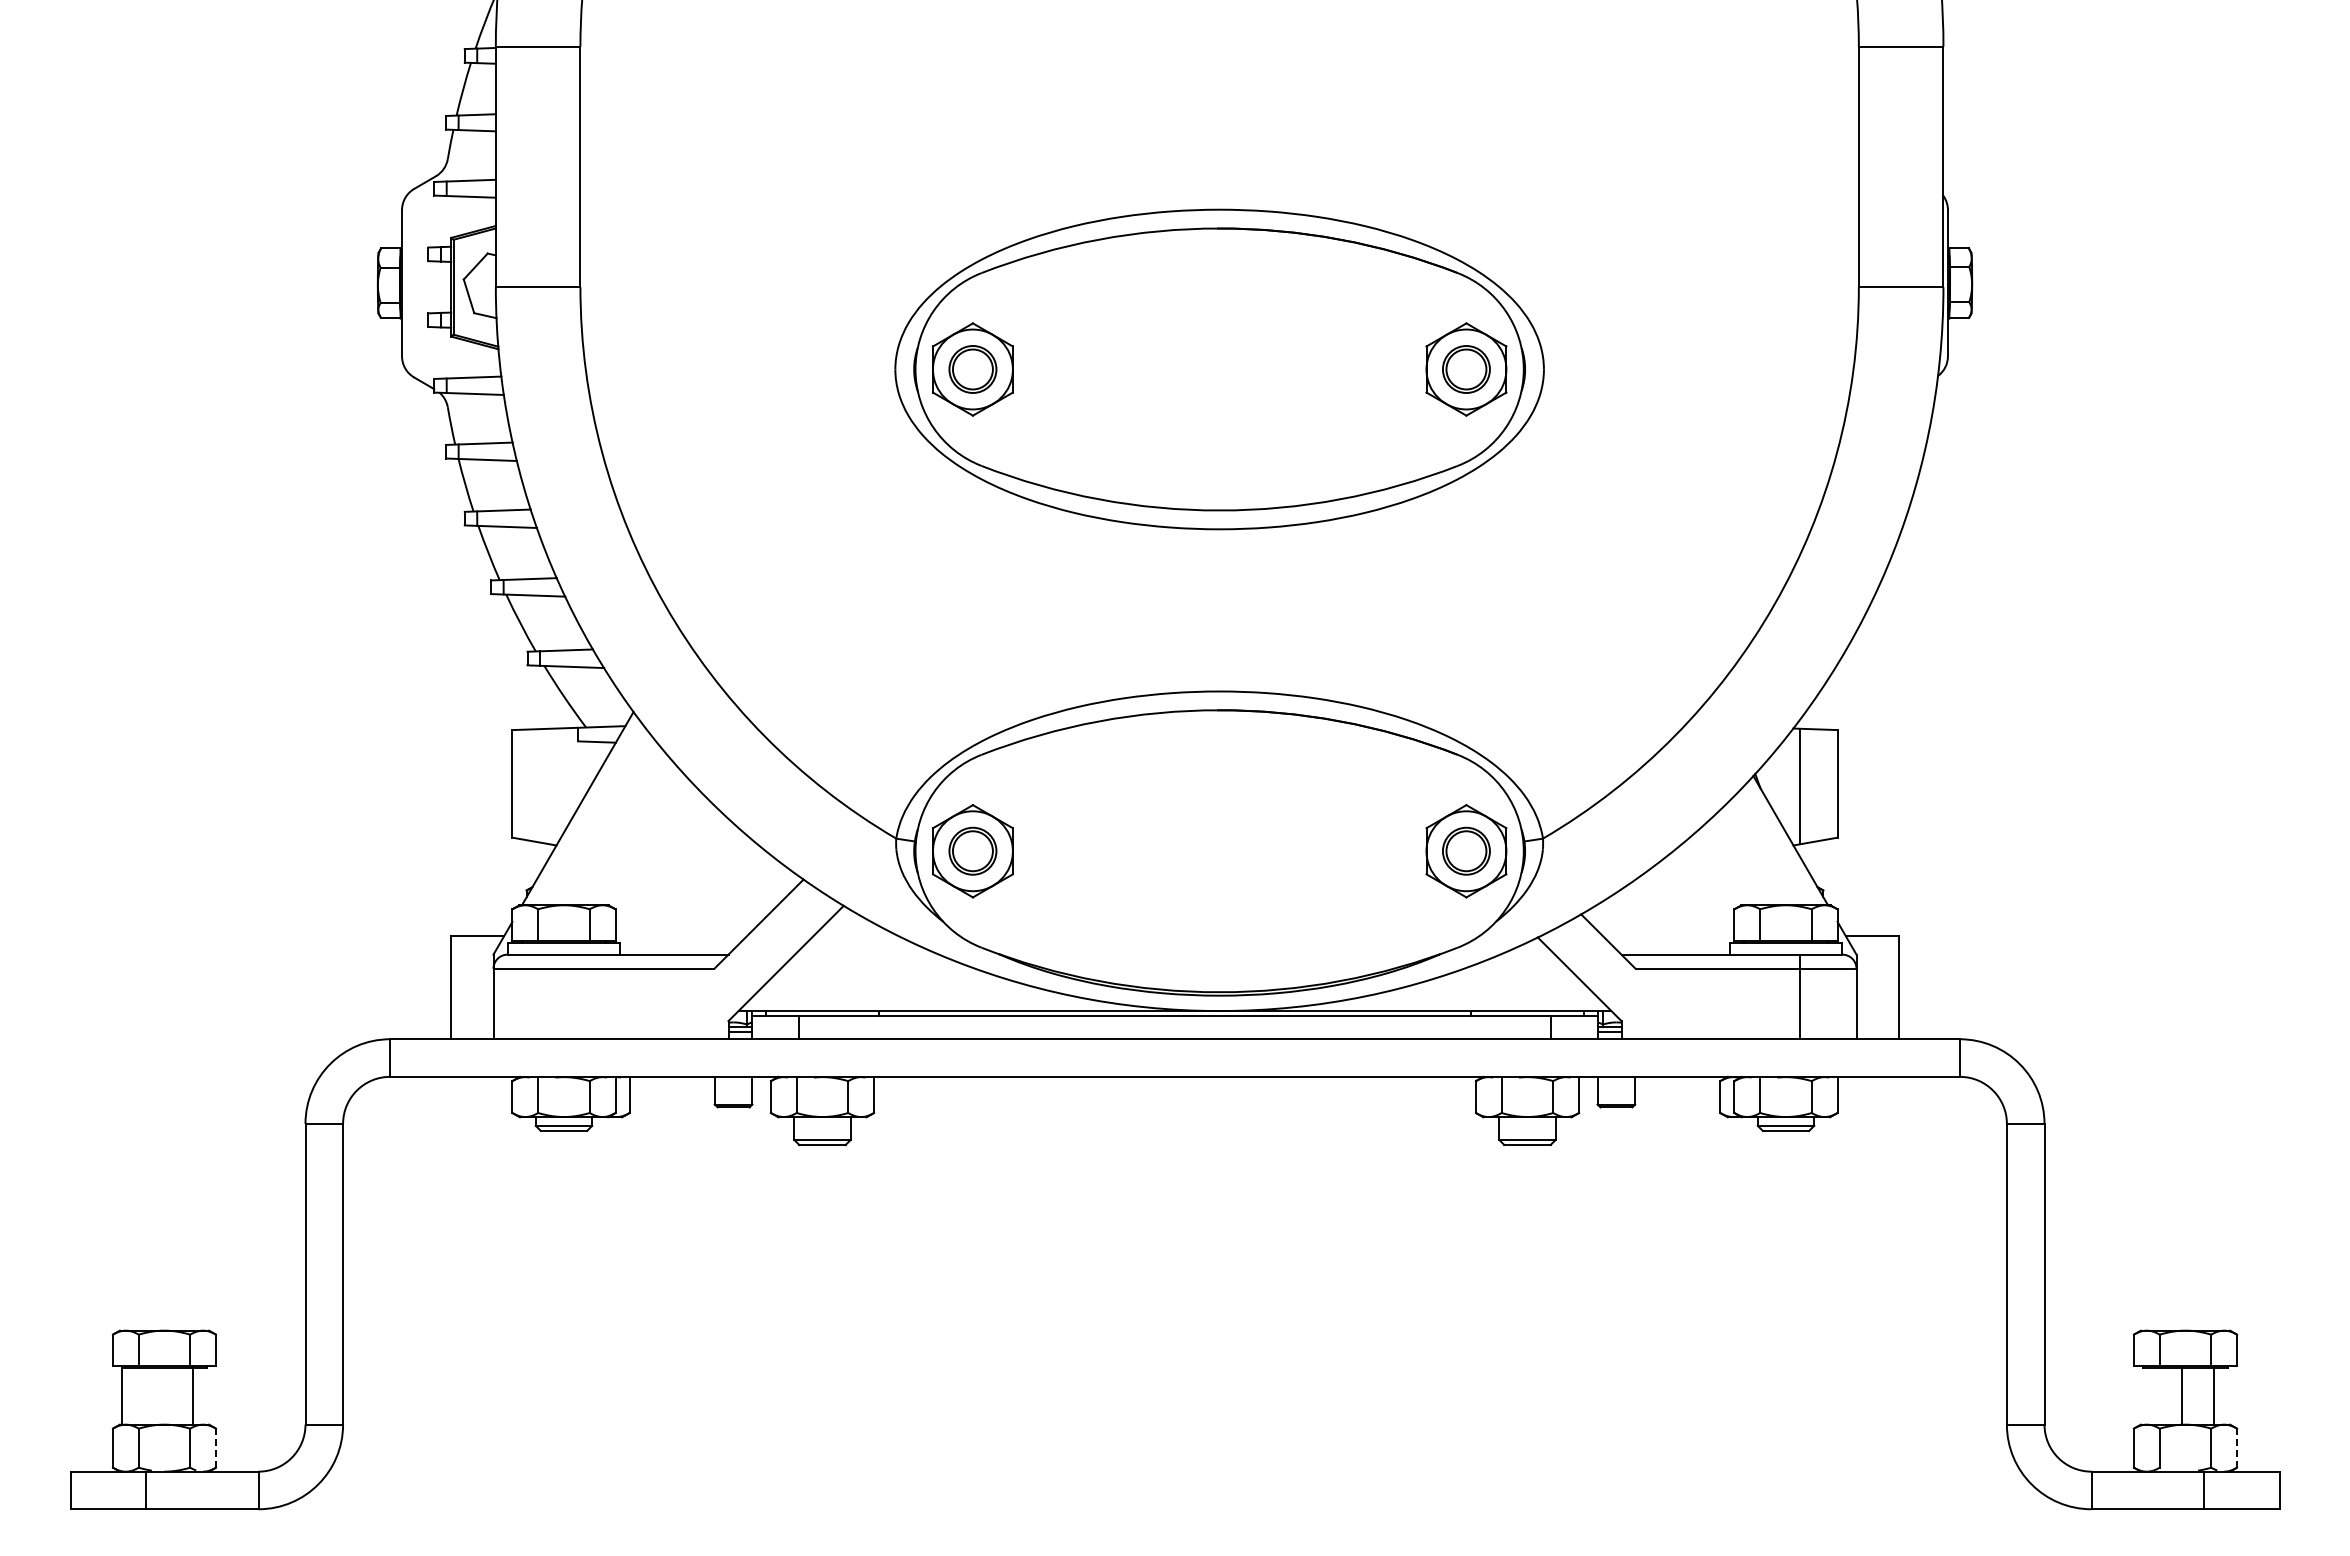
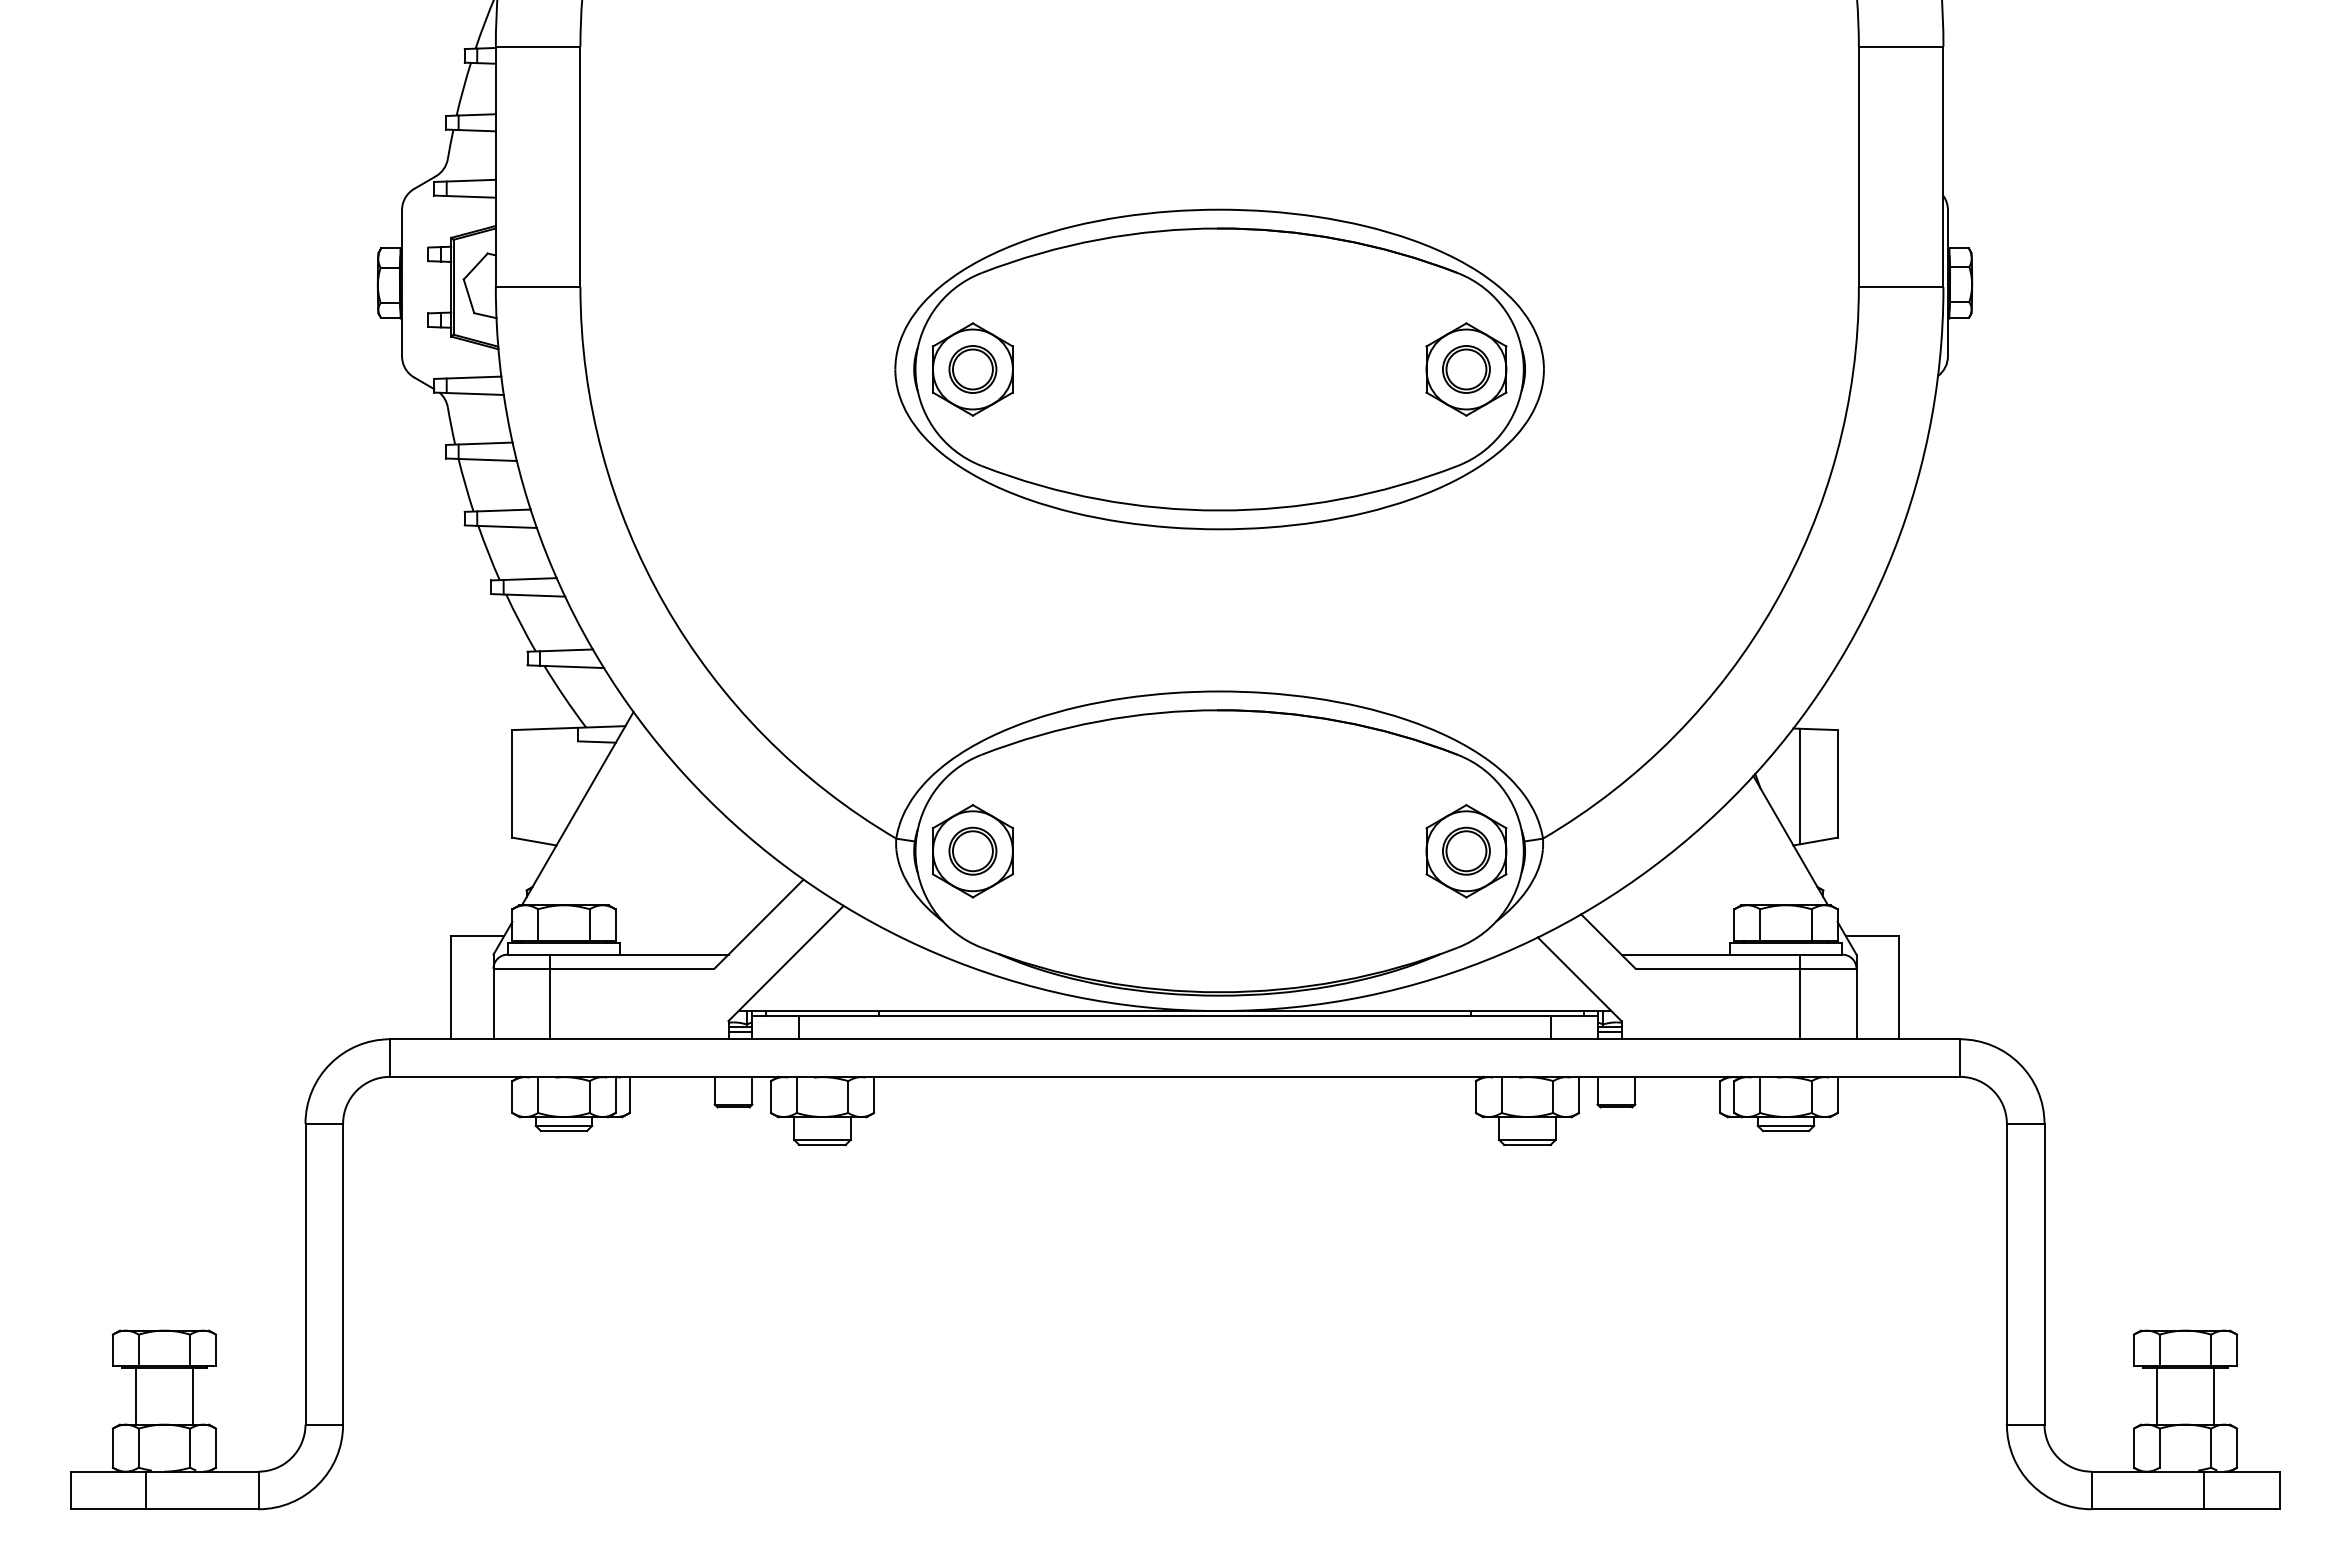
line at (549, 996): none -> present
line at (122, 1396) position: (122, 1396) -> (136, 1396)
line at (2182, 1396) position: (2182, 1396) -> (2157, 1396)
line at (216, 1448): dashed -> solid
line at (2237, 1448): dashed -> solid
